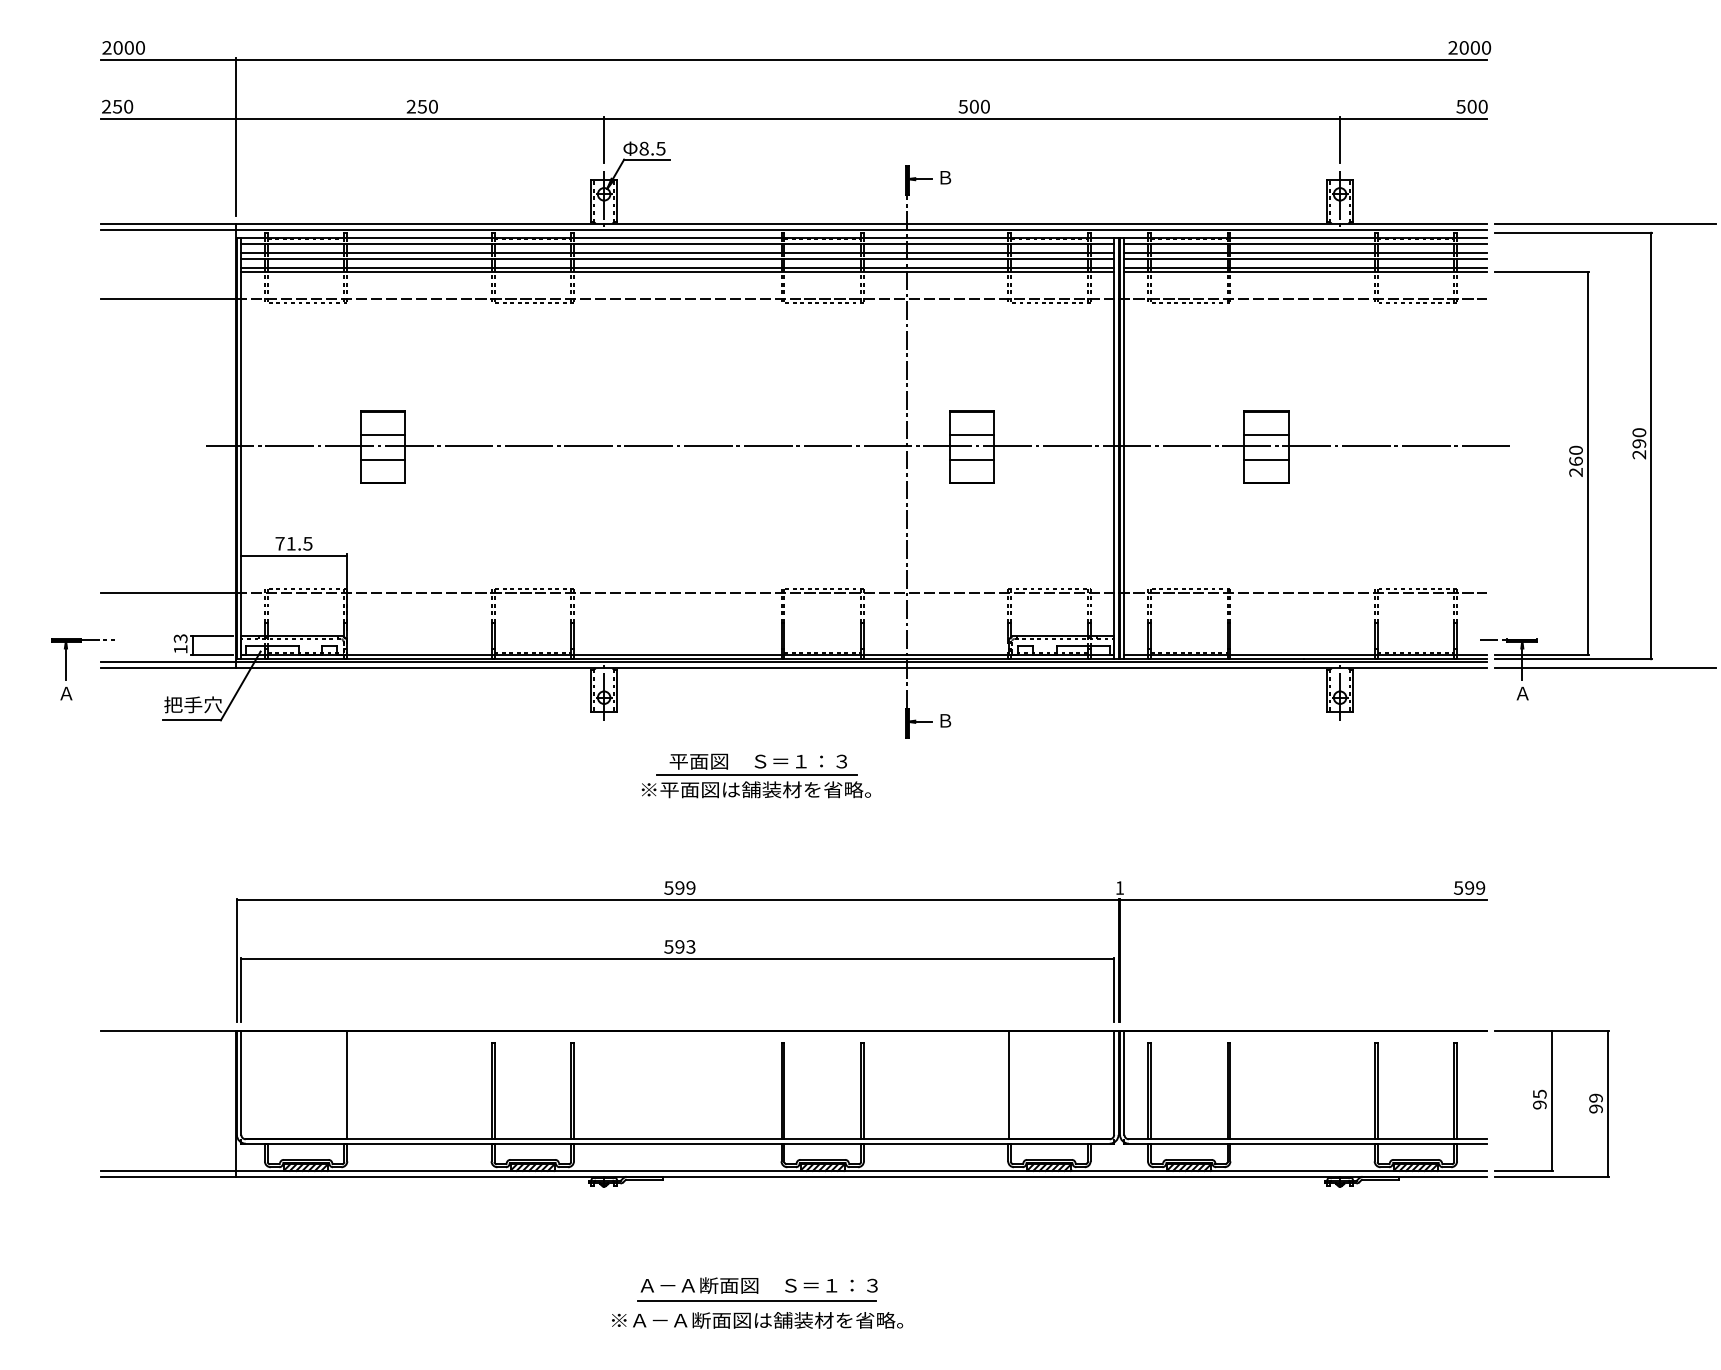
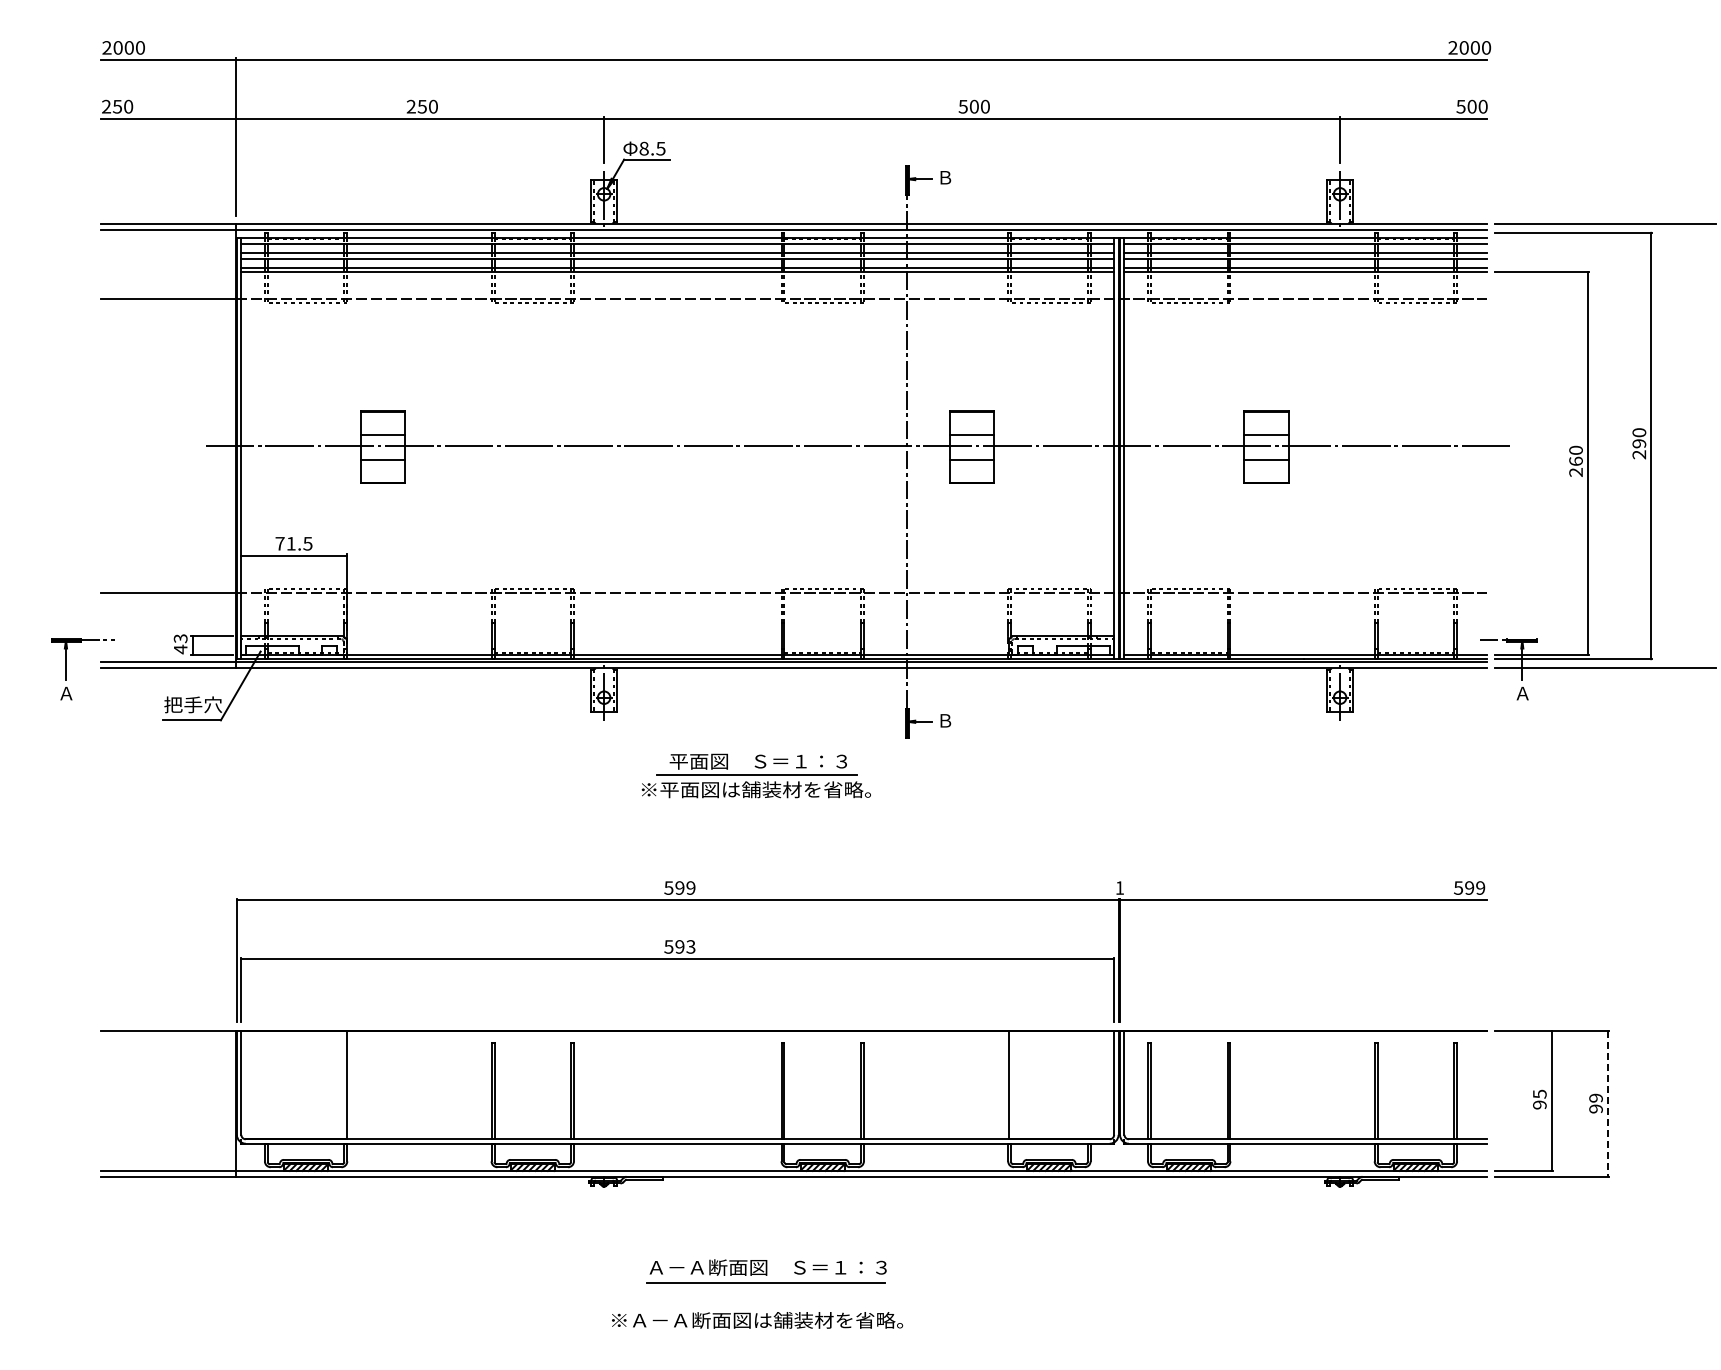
text at (180, 649): 13 -> 43
line at (1607, 1103): solid -> dashed
part at (757, 1289) position: (757, 1289) -> (766, 1271)
